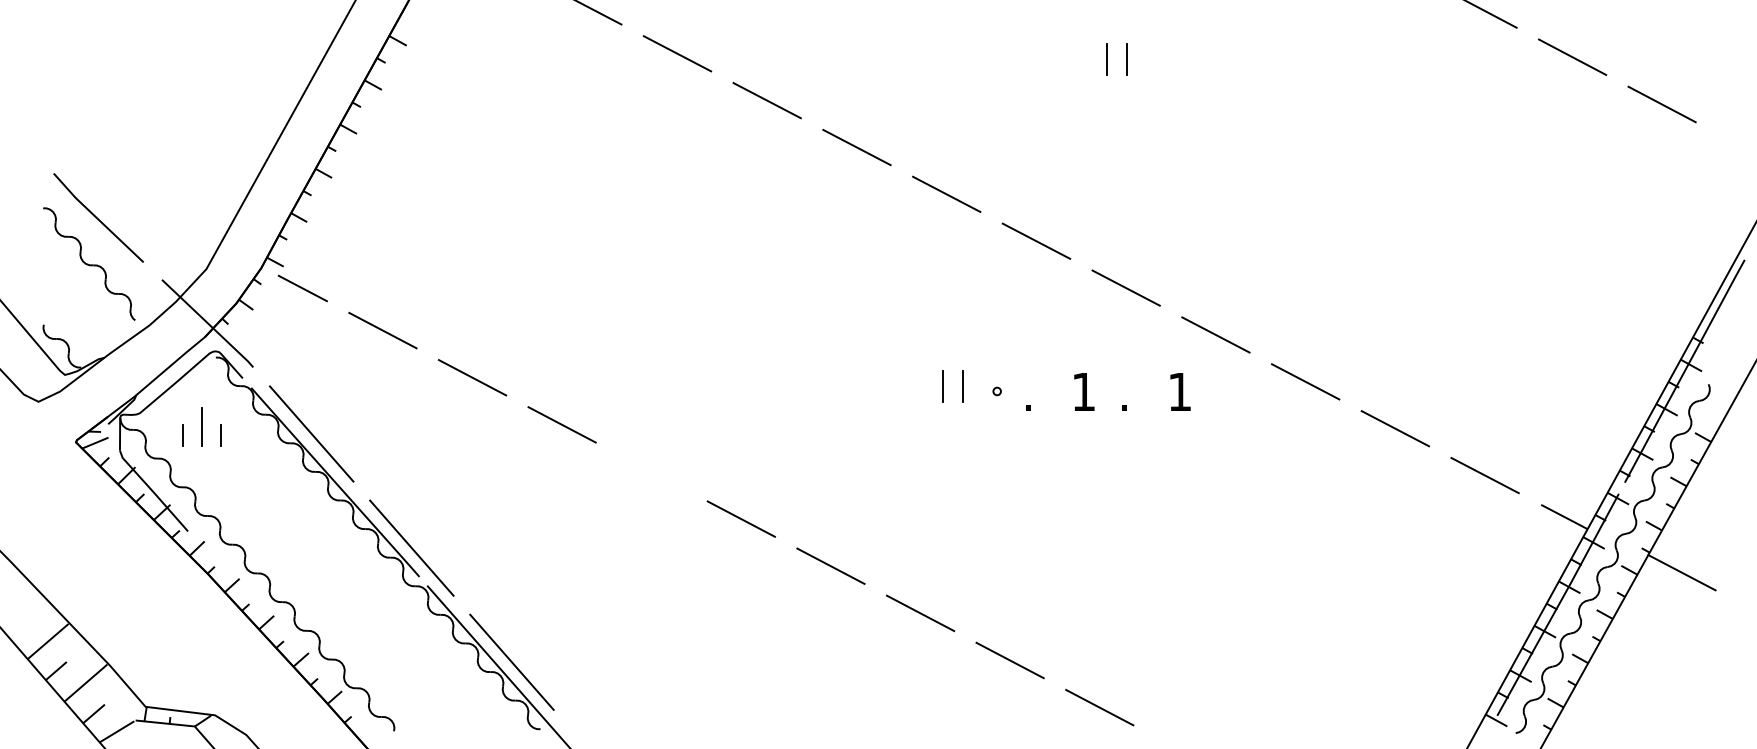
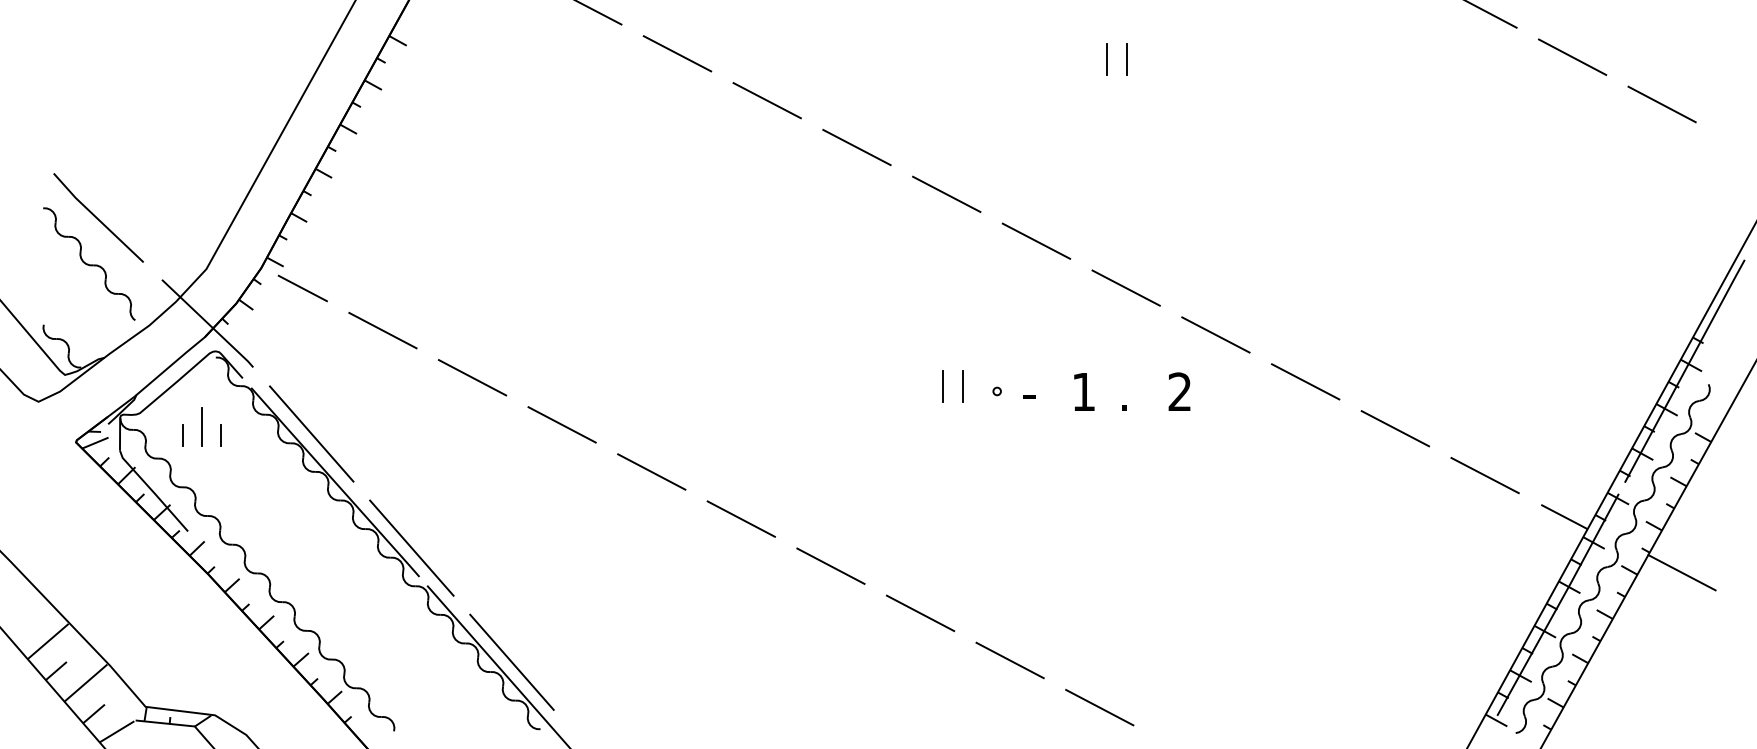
text at (1179, 391): 1 -> 2
text at (1029, 402): . -> -
line at (651, 471): none -> present
